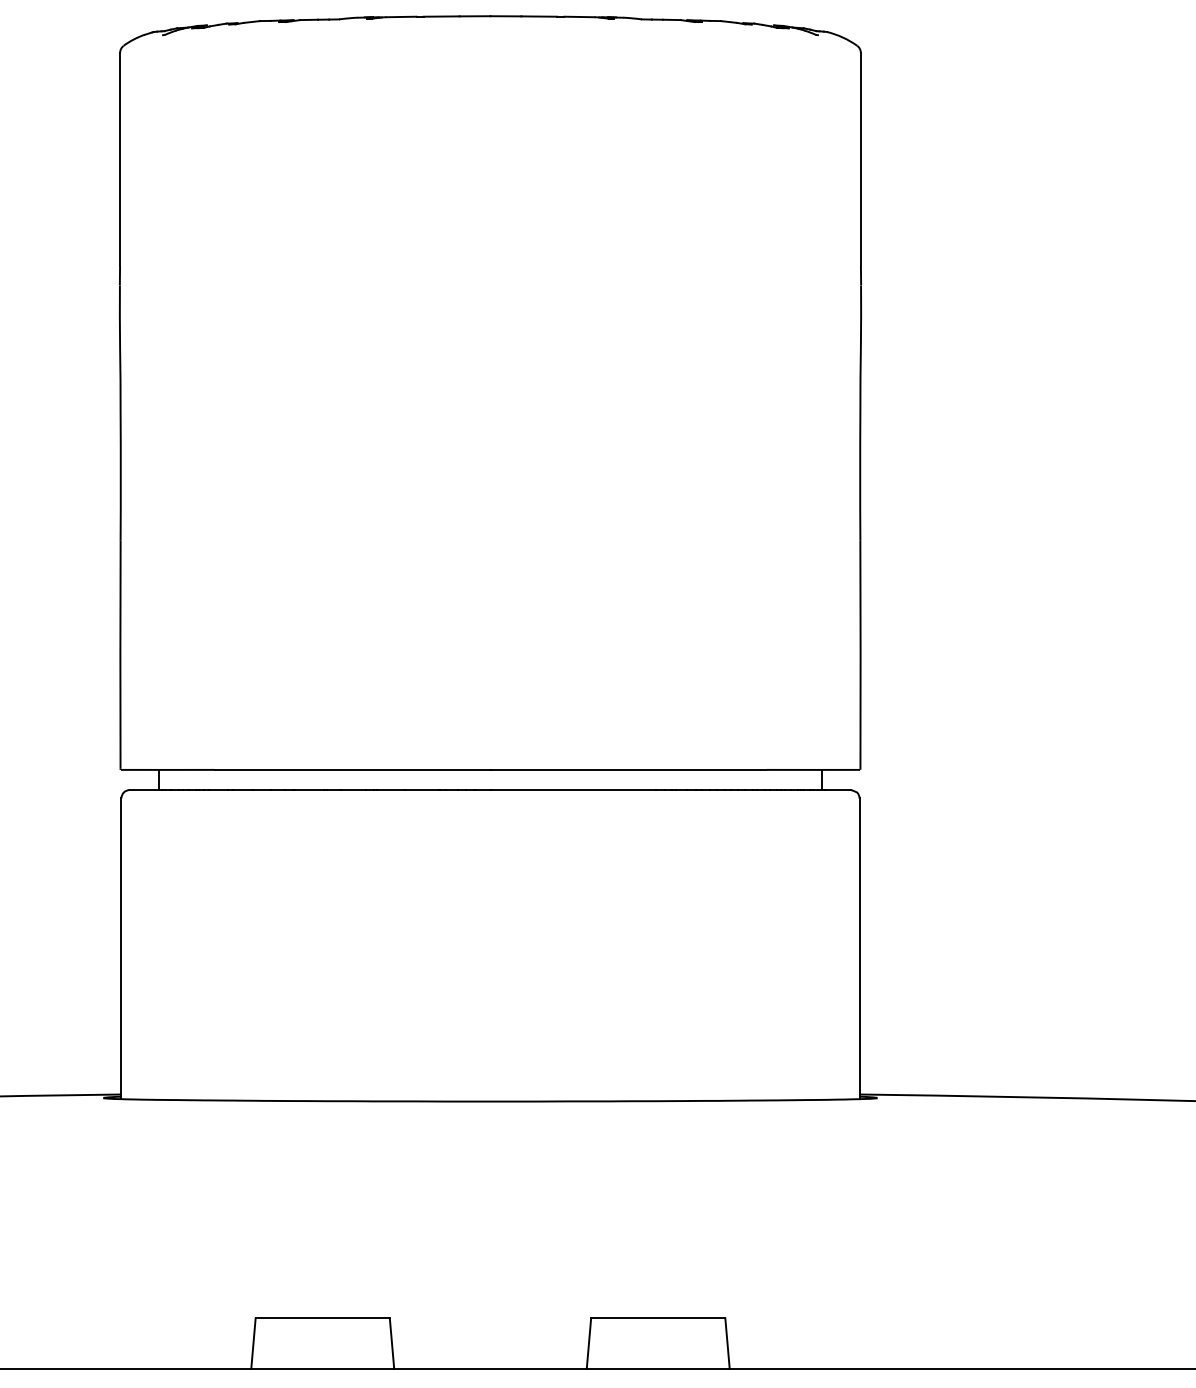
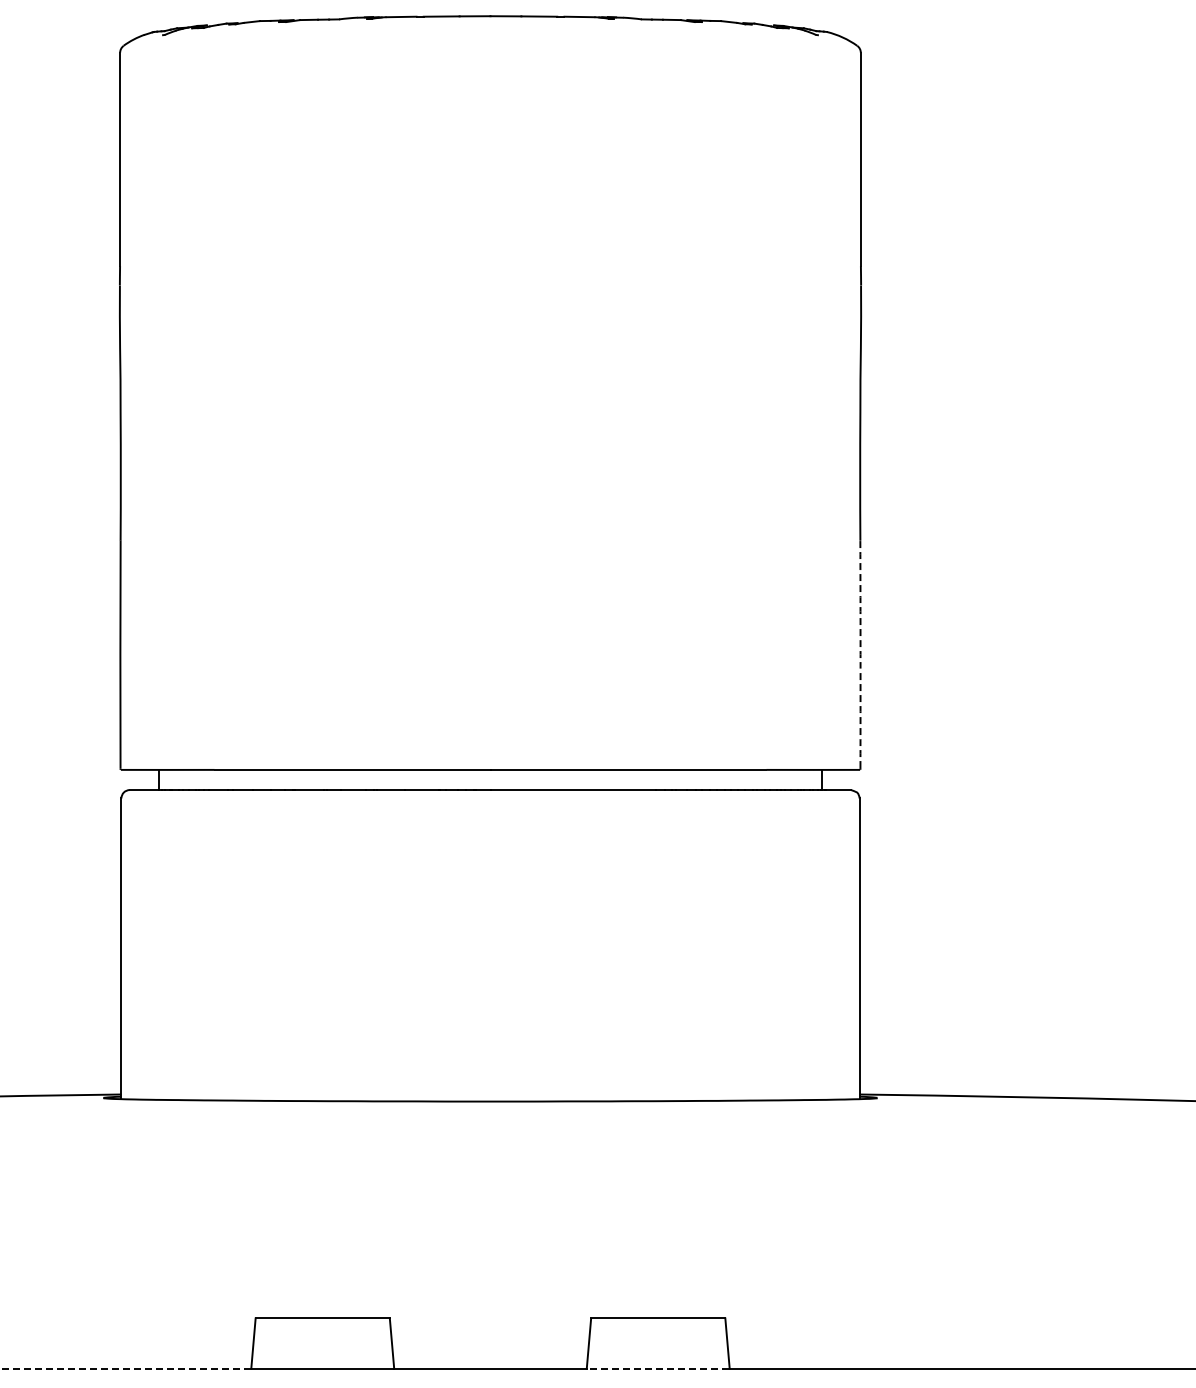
arc at (860, 654): solid -> dashed
line at (125, 1368): solid -> dashed
line at (657, 1368): solid -> dashed
